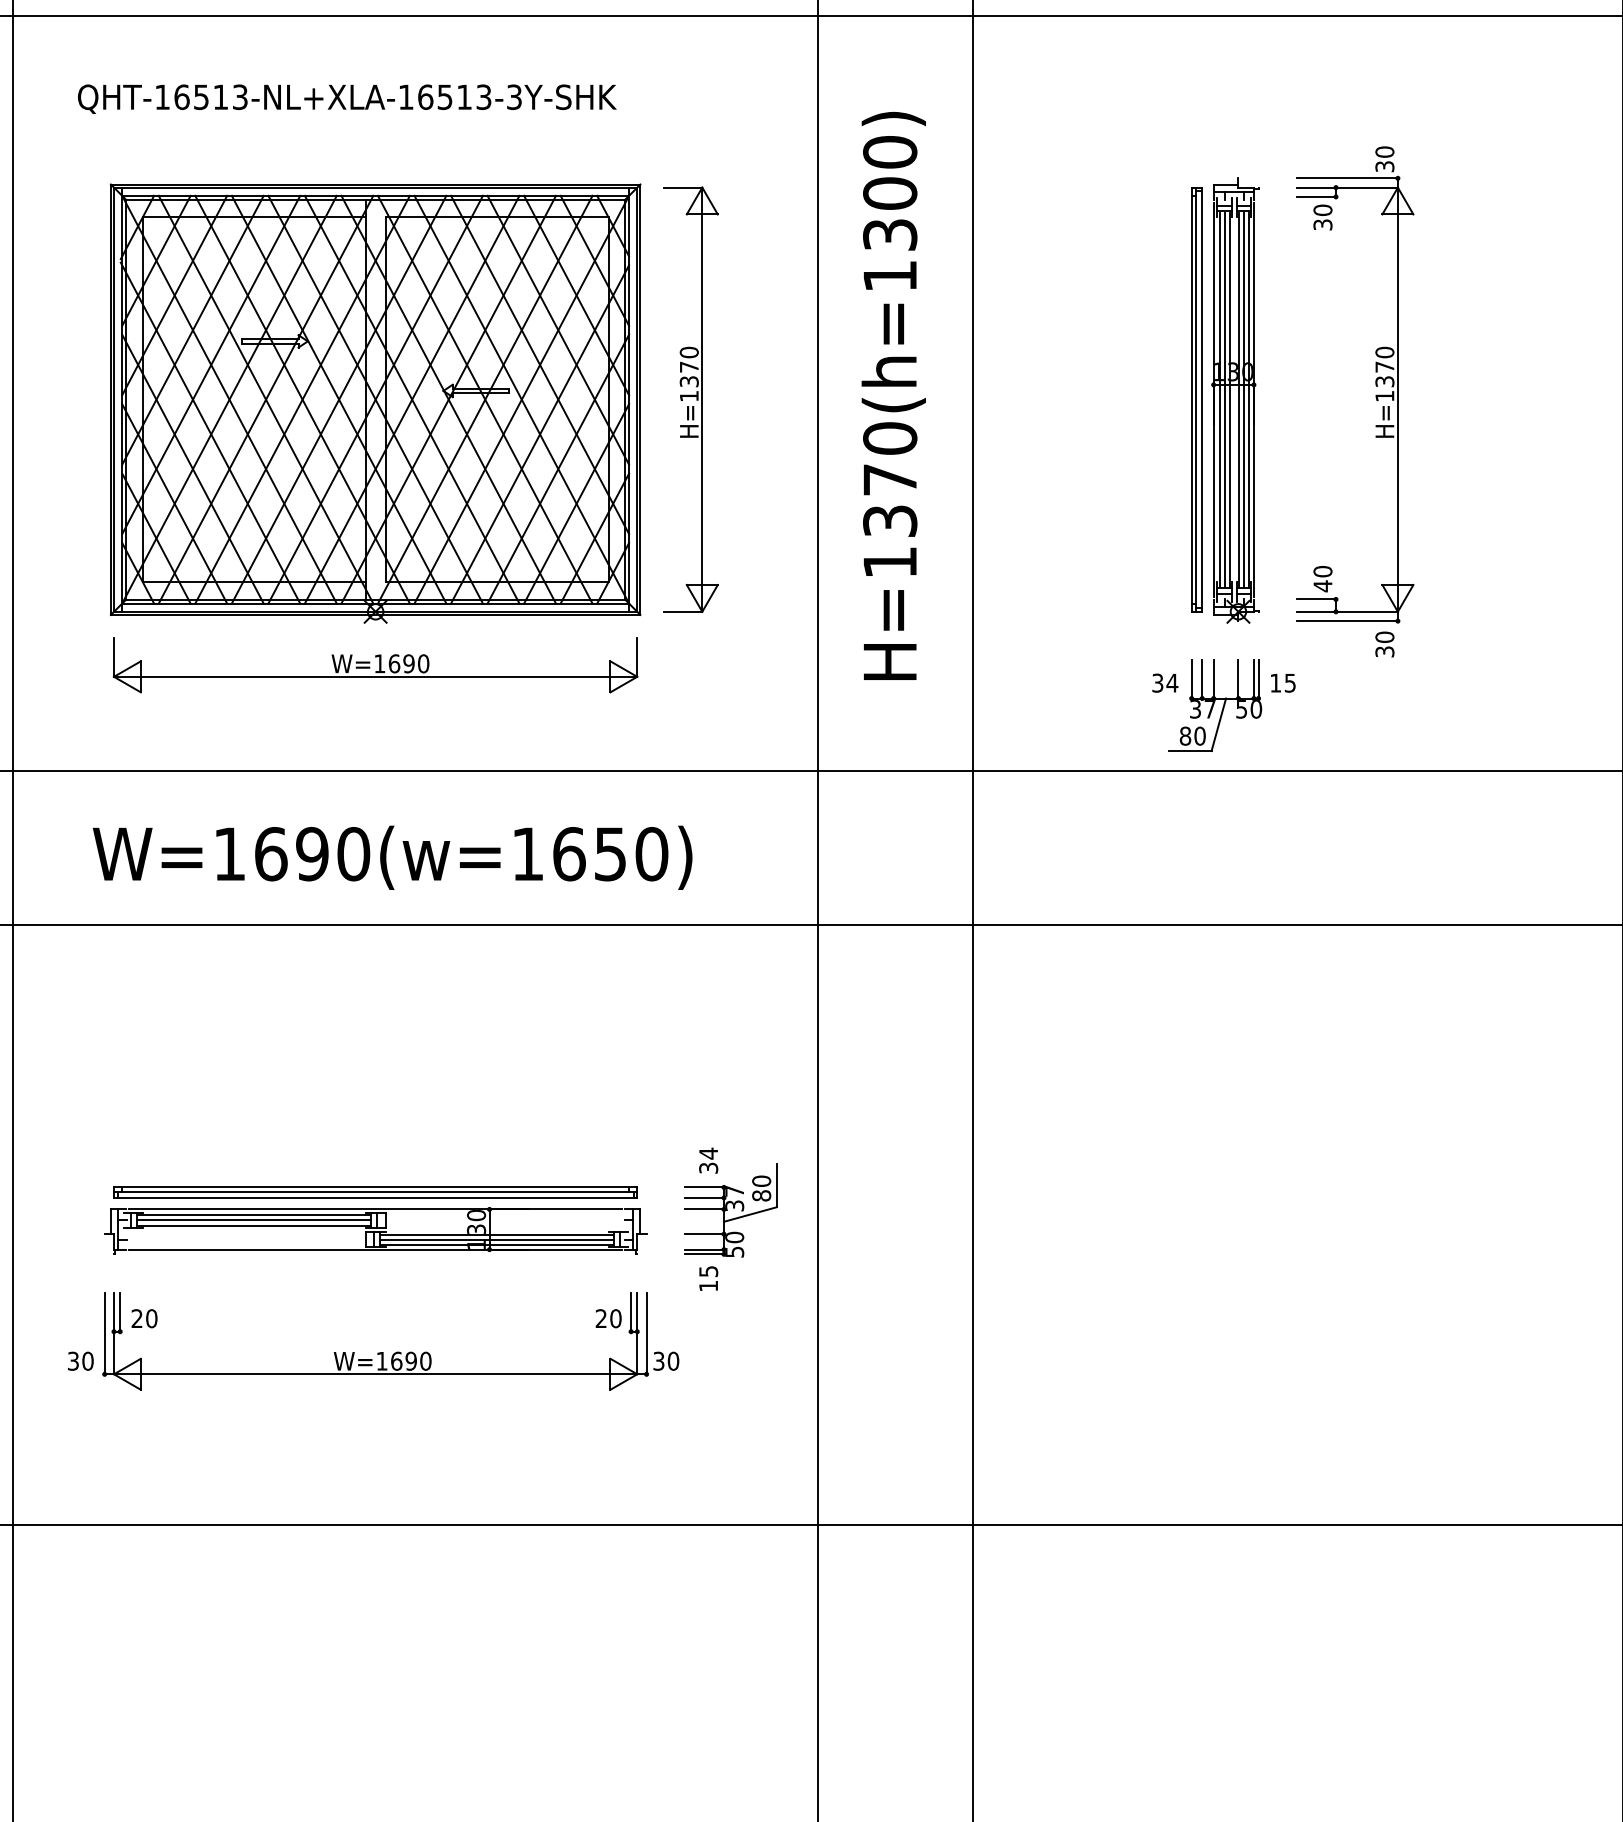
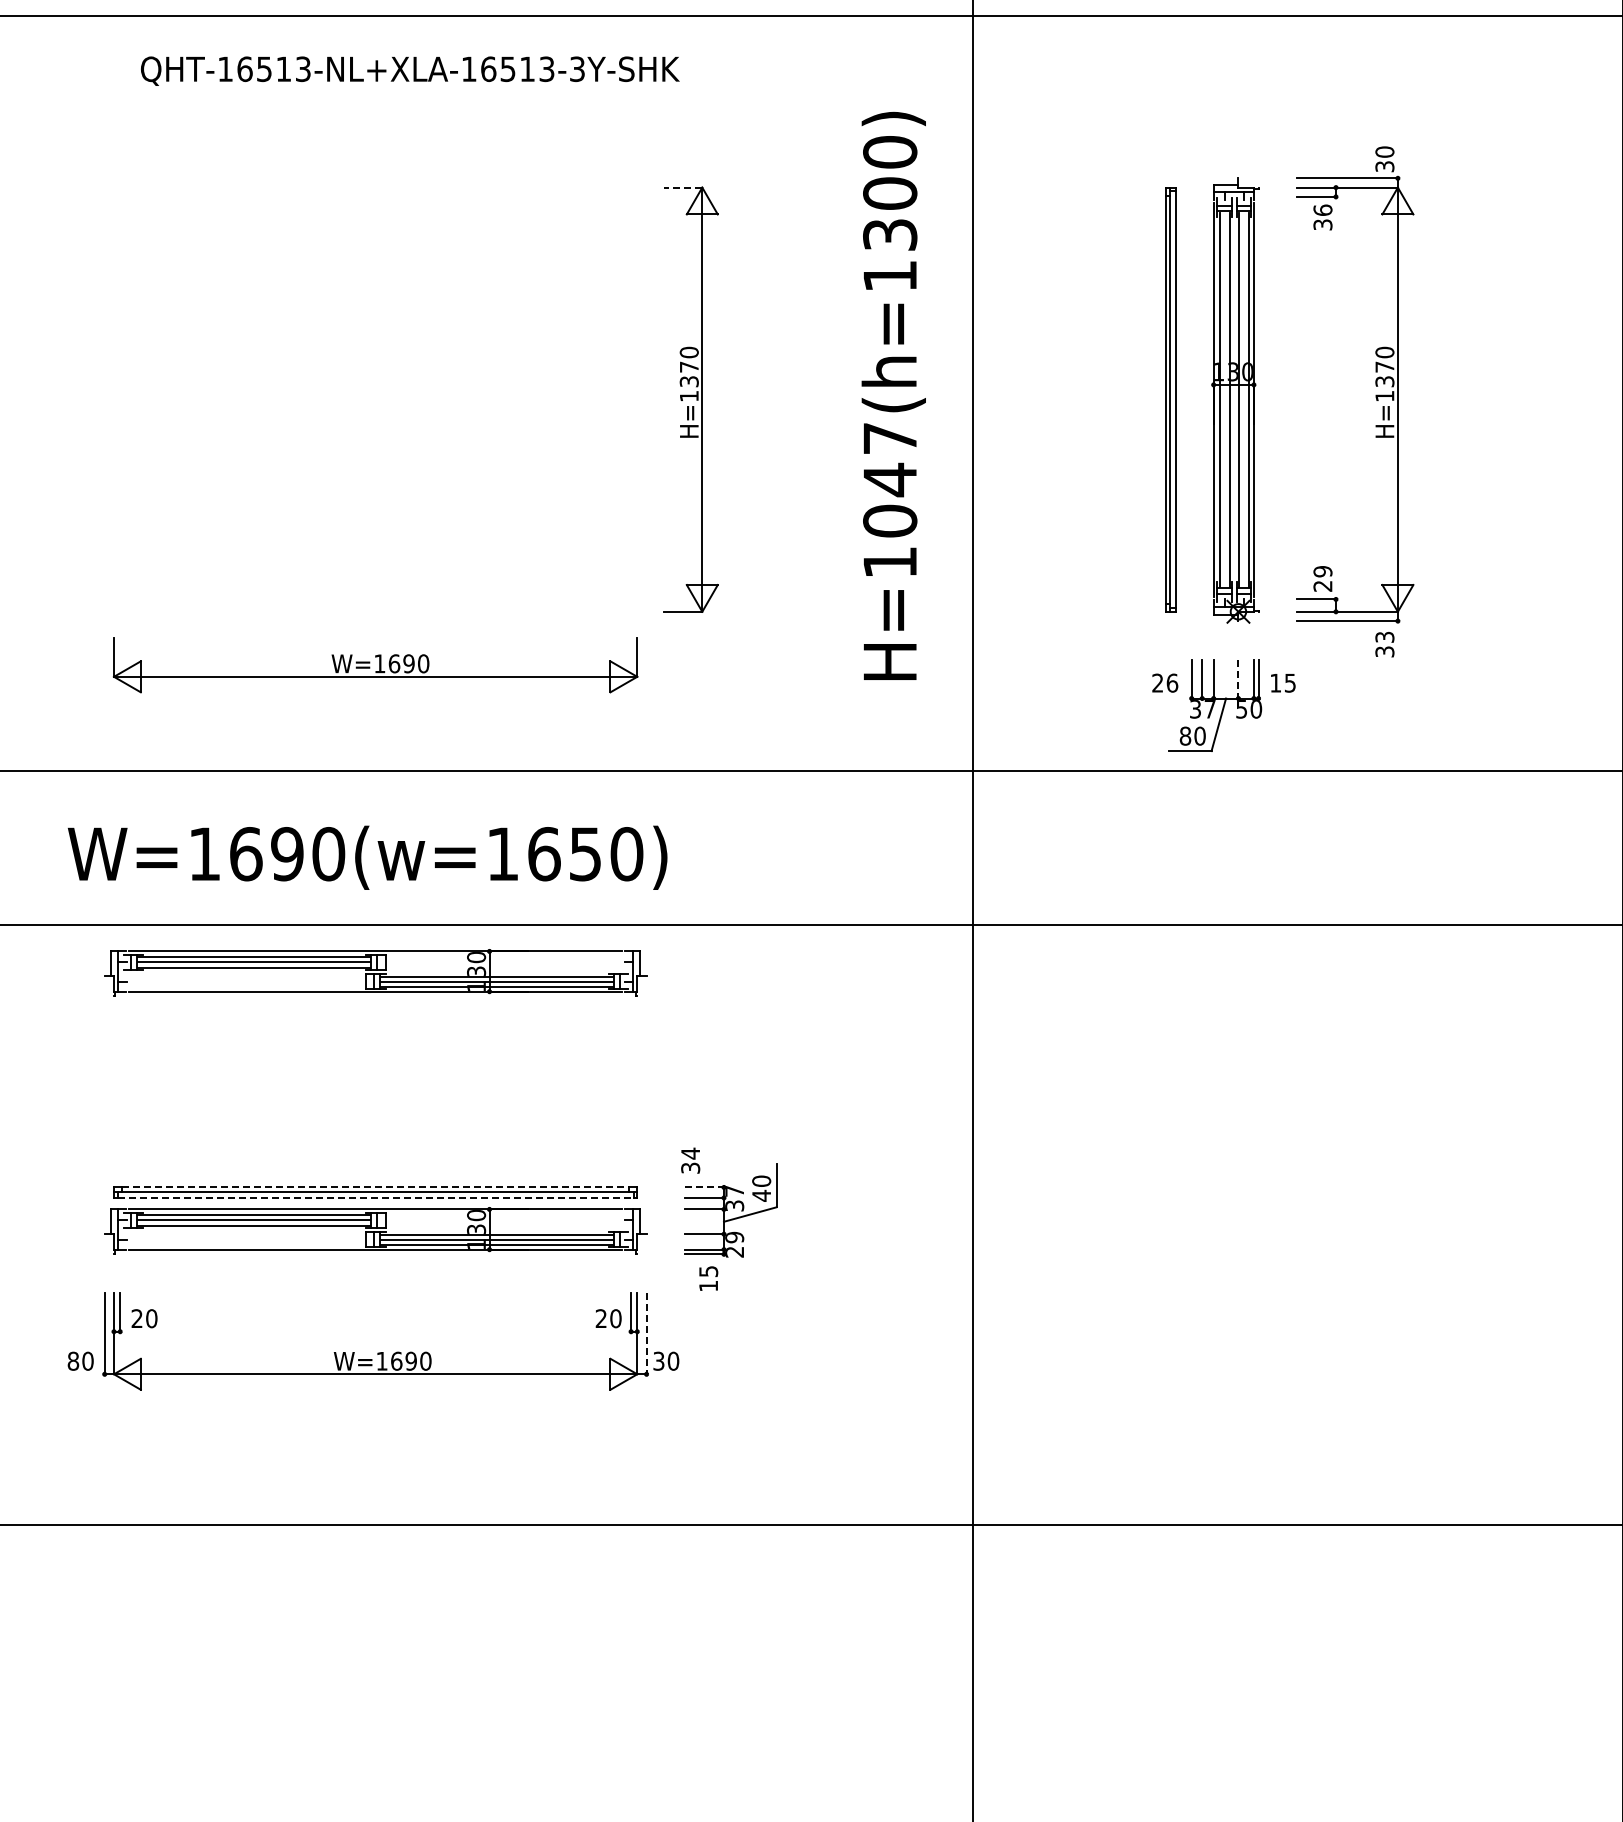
text at (347, 98) position: (347, 98) -> (410, 70)
line at (682, 187): solid -> dashed
text at (1322, 209): 30 -> 36
part at (1196, 399) position: (1196, 399) -> (1170, 399)
line at (1224, 399): present -> none
line at (1243, 399): present -> none
part at (375, 403): present -> none
text at (890, 479): H=1370(h=1300) -> H=1047(h=1300)
text at (1322, 579): 40 -> 29
text at (1384, 636): 30 -> 33
line at (1238, 679): solid -> dashed
text at (1165, 682): 34 -> 26
text at (392, 857) position: (392, 857) -> (367, 857)
line at (12, 910): present -> none
line at (817, 910): present -> none
part at (375, 972): none -> present
text at (708, 1160) position: (708, 1160) -> (690, 1160)
line at (376, 1187): solid -> dashed
line at (705, 1187): solid -> dashed
text at (761, 1195): 80 -> 40
line at (376, 1197): solid -> dashed
text at (734, 1244): 50 -> 29
line at (646, 1333): solid -> dashed
text at (73, 1360): 30 -> 80
